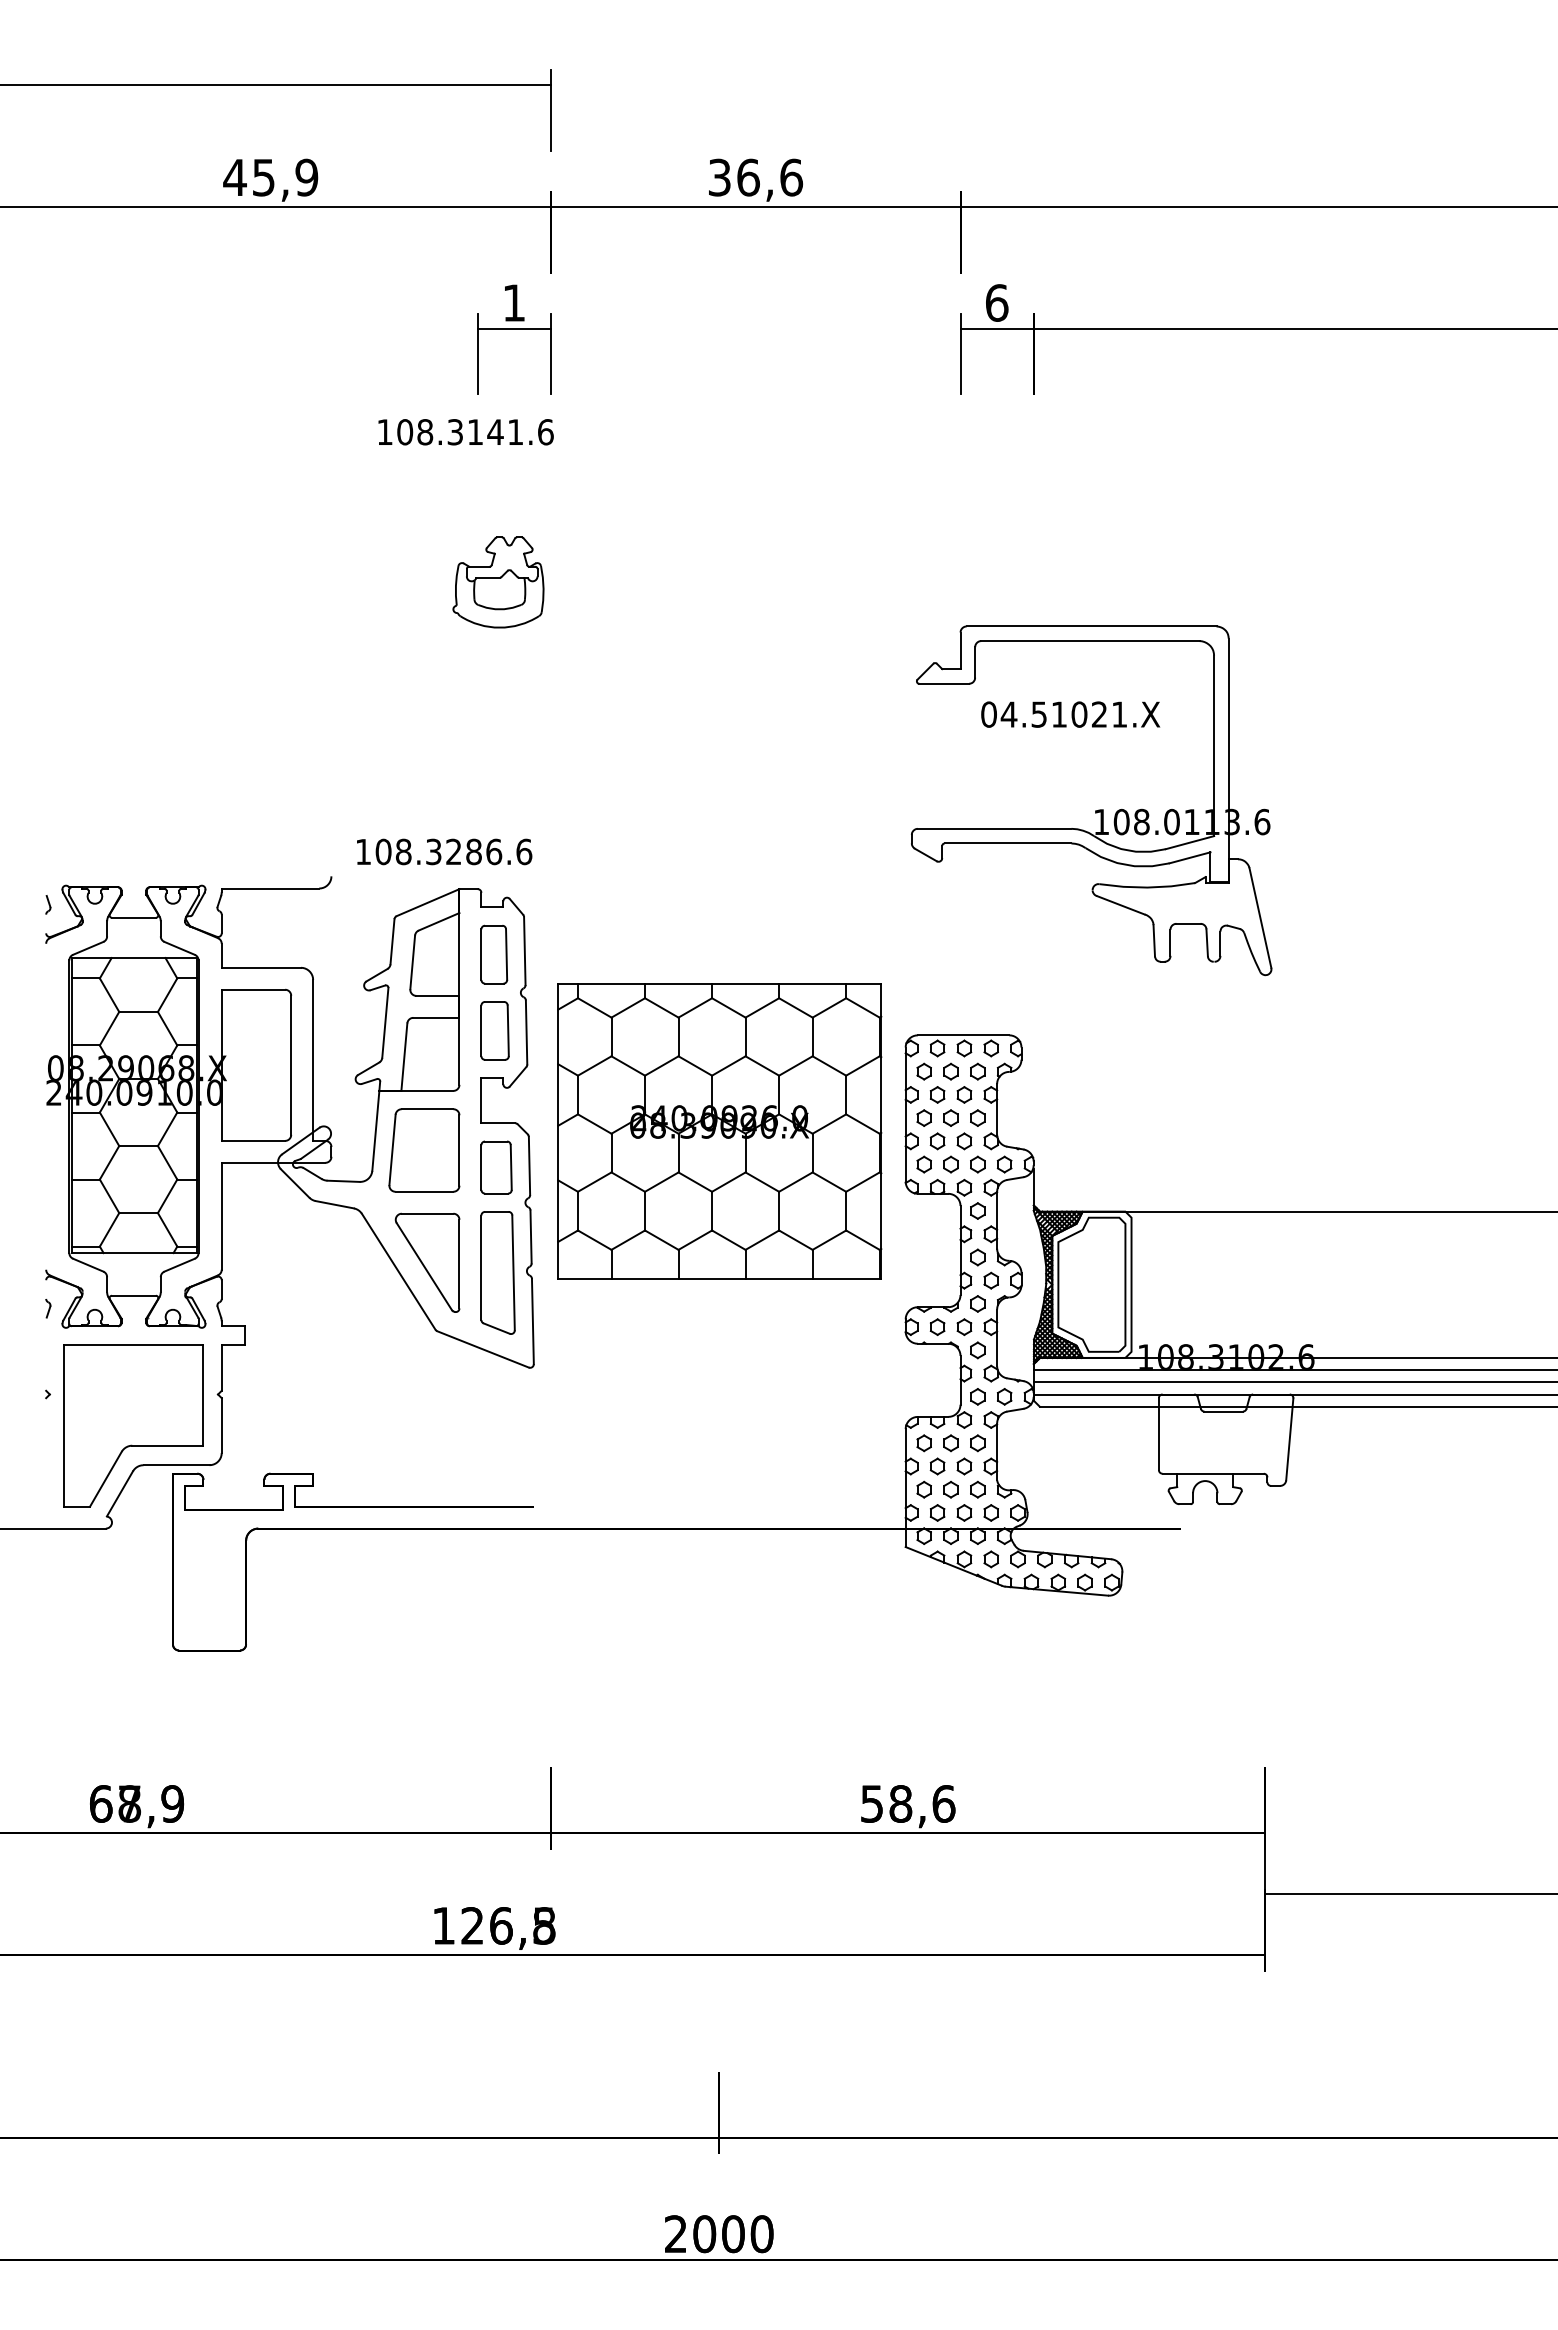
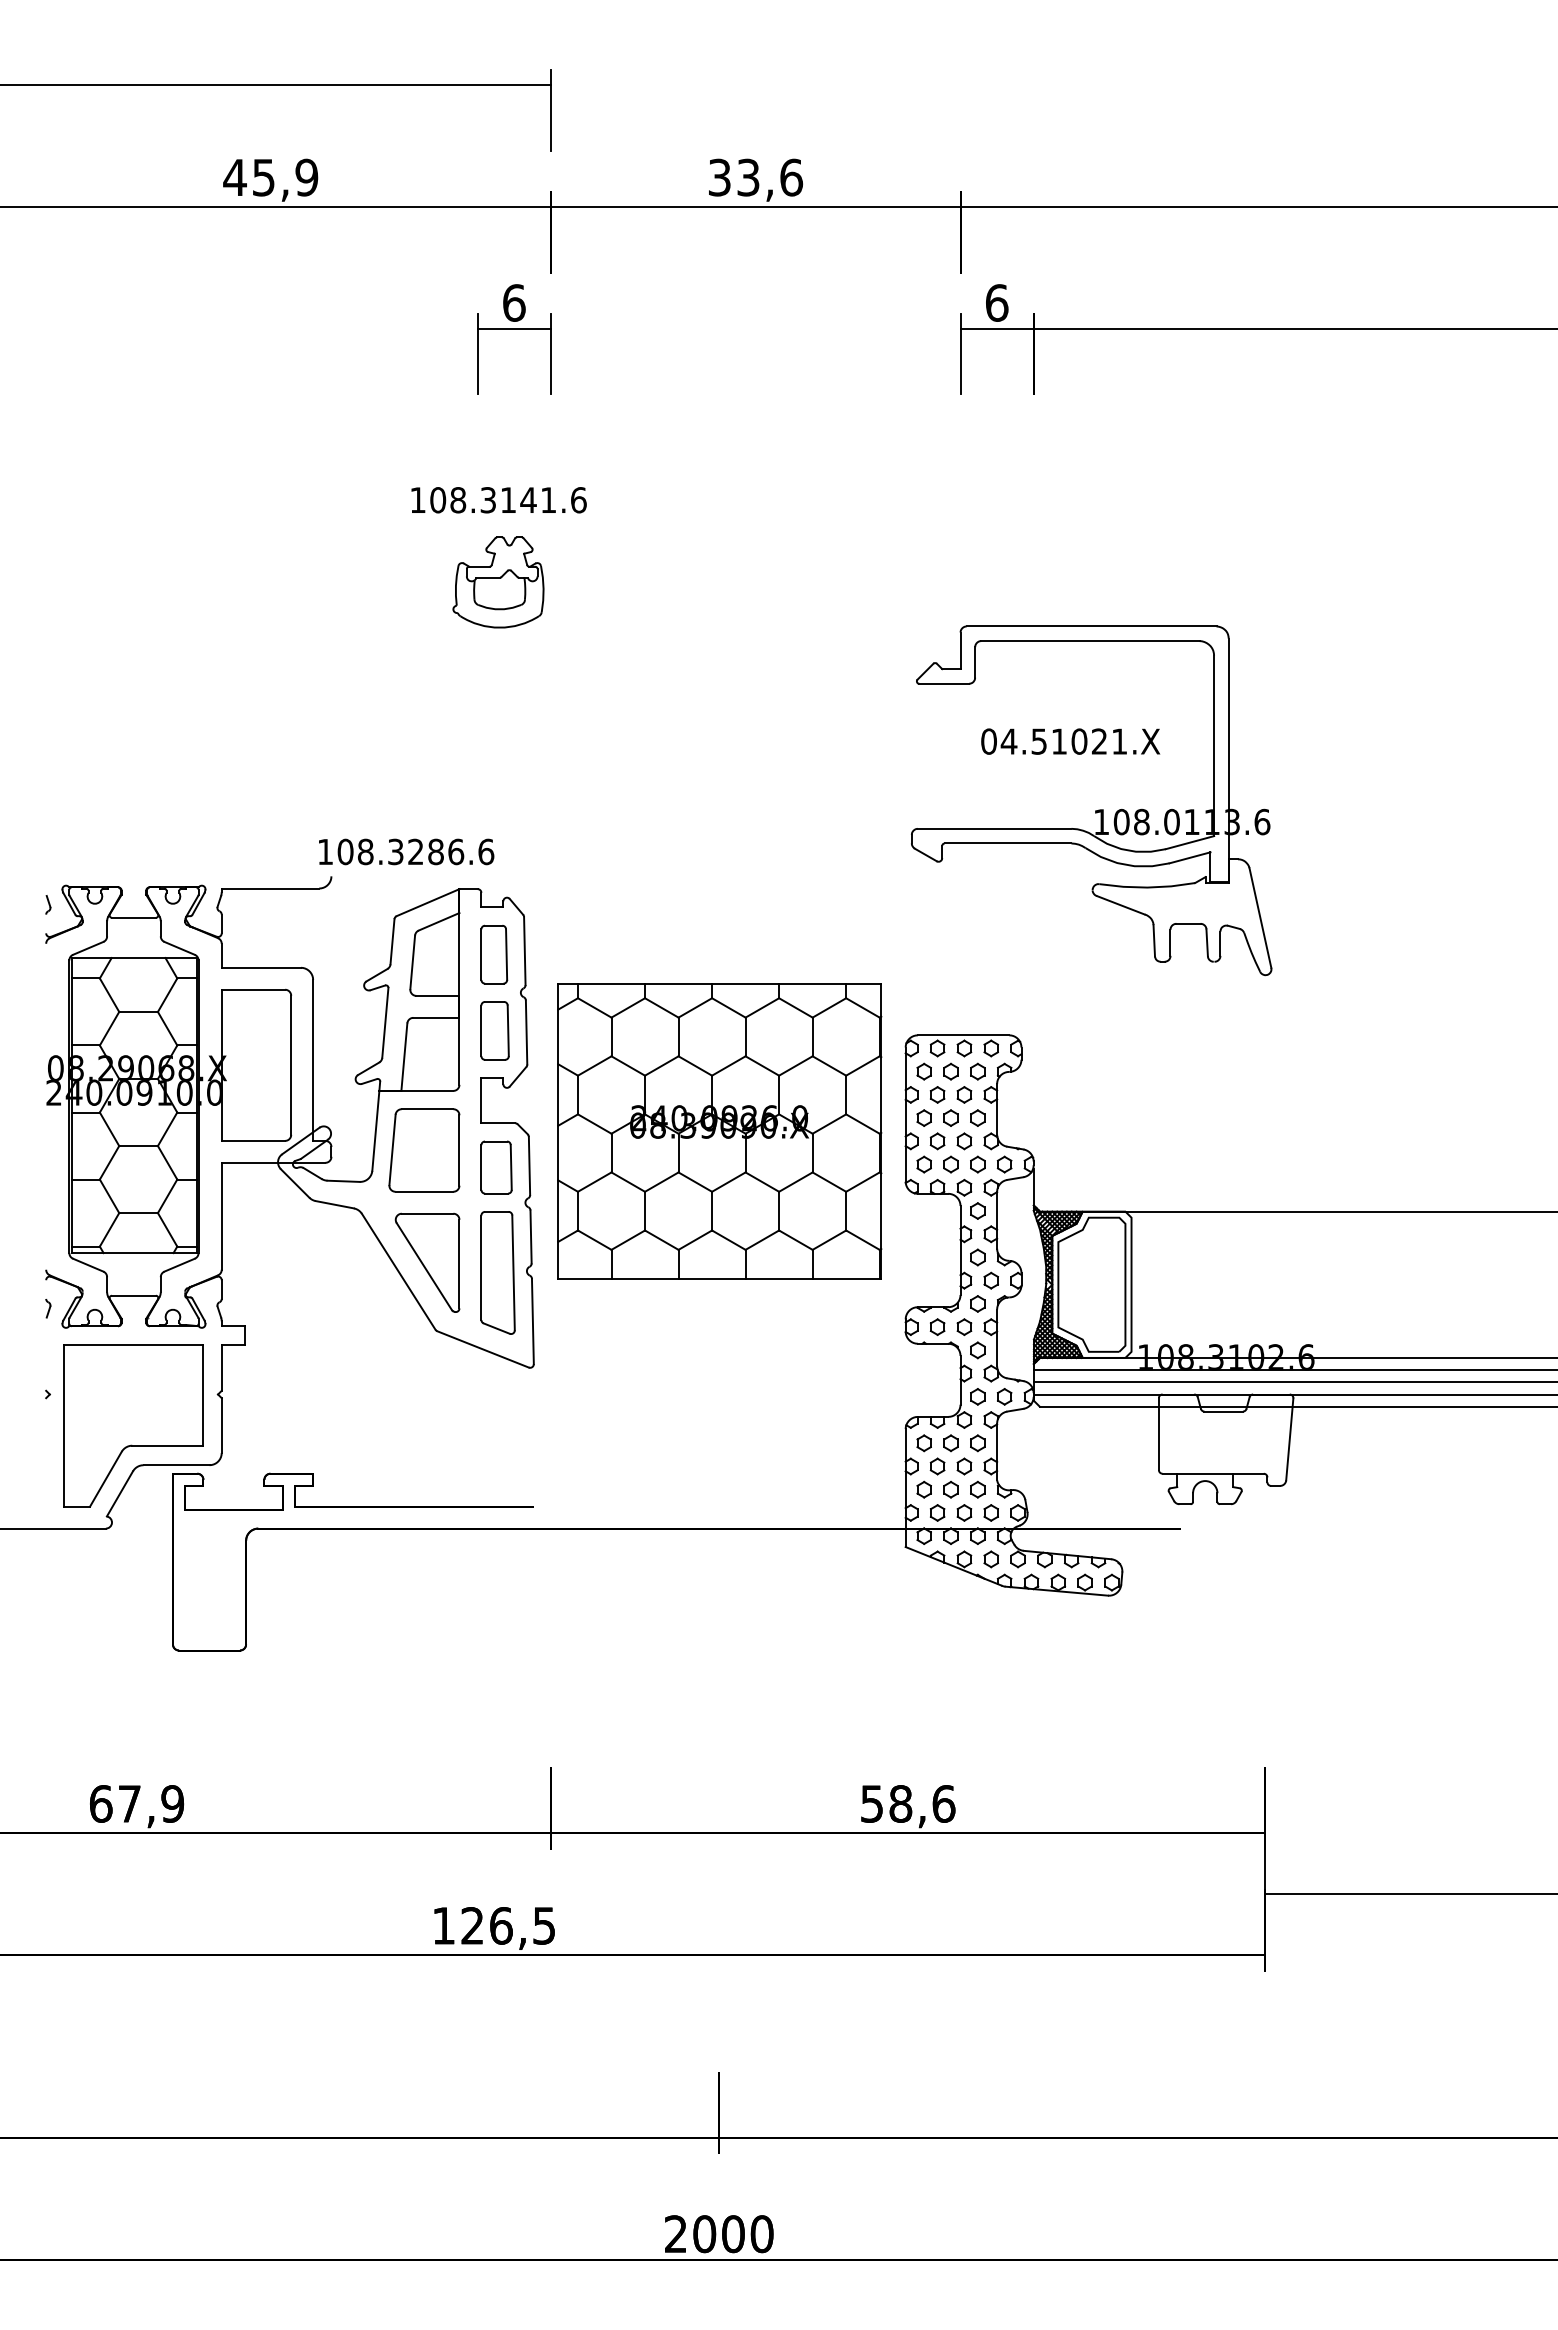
text at (748, 177): 36,6 -> 33,6
text at (514, 302): 1 -> 6
text at (465, 432) position: (465, 432) -> (498, 500)
text at (1070, 714) position: (1070, 714) -> (1070, 741)
text at (444, 851) position: (444, 851) -> (406, 851)
text at (129, 1803): 68,9 -> 67,9
text at (544, 1925): 126,8 -> 126,5
